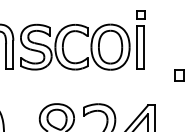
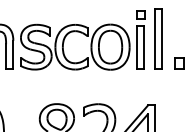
part at (158, 38): none -> present
part at (179, 75) position: (179, 75) -> (179, 63)
